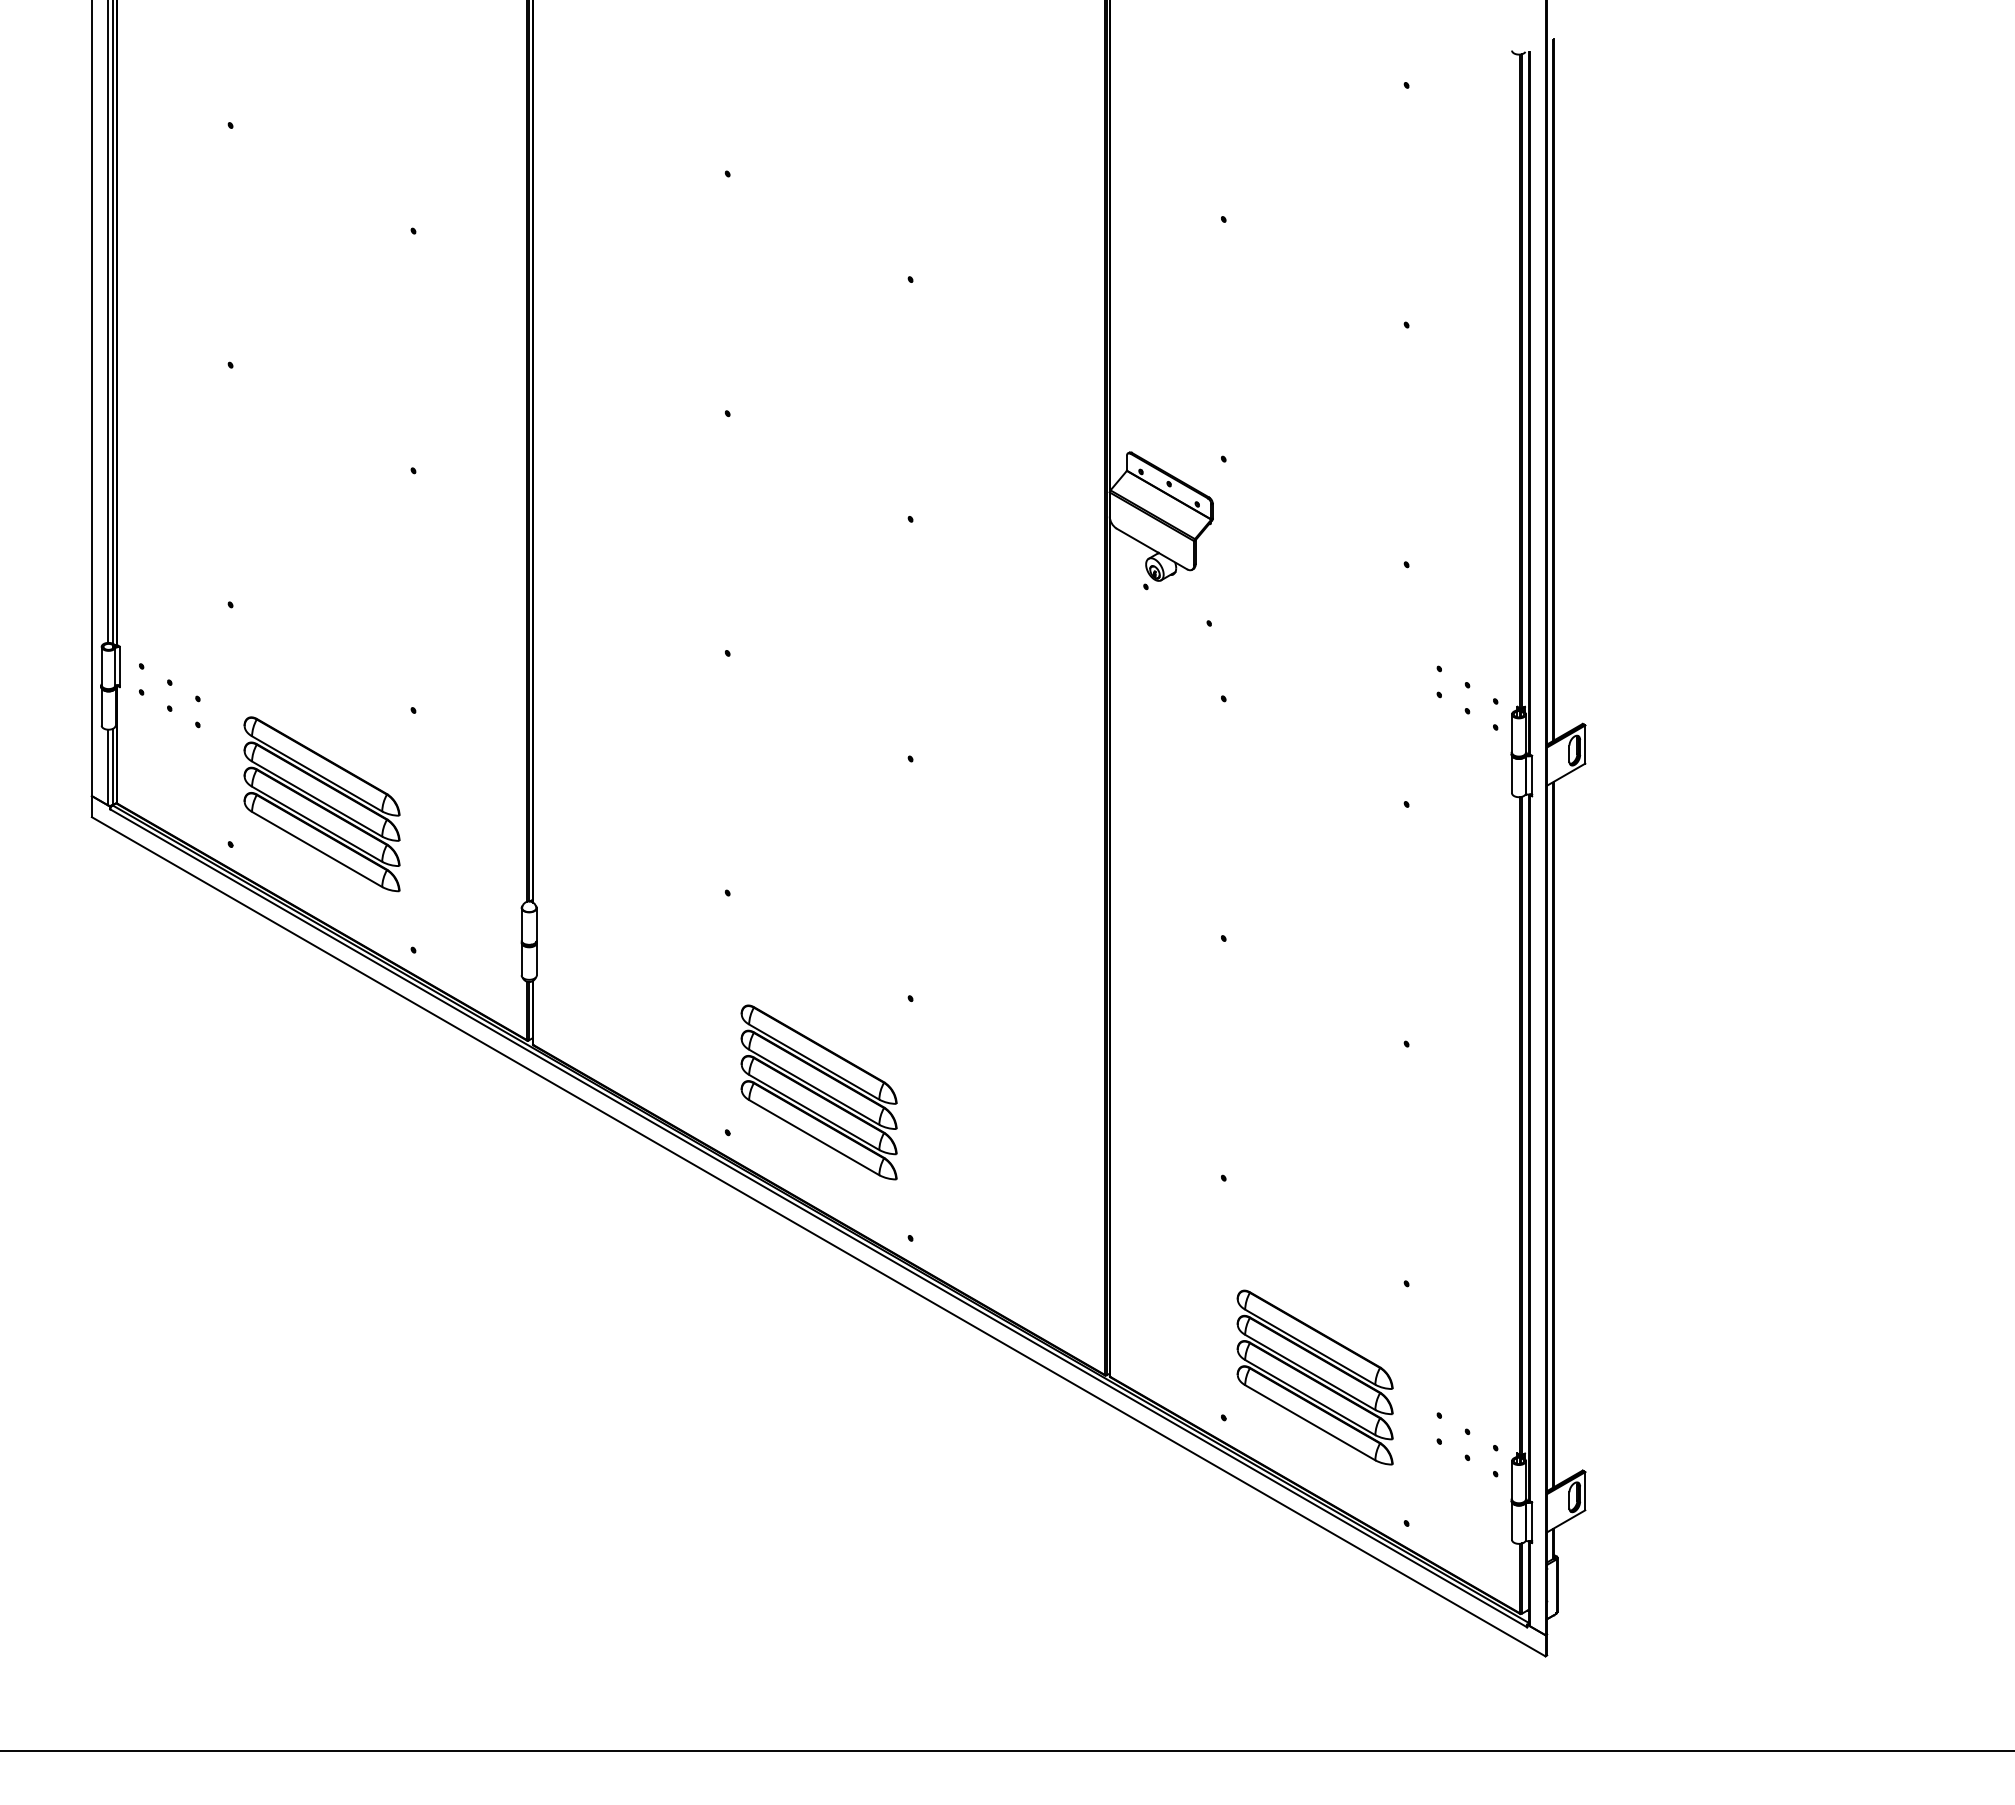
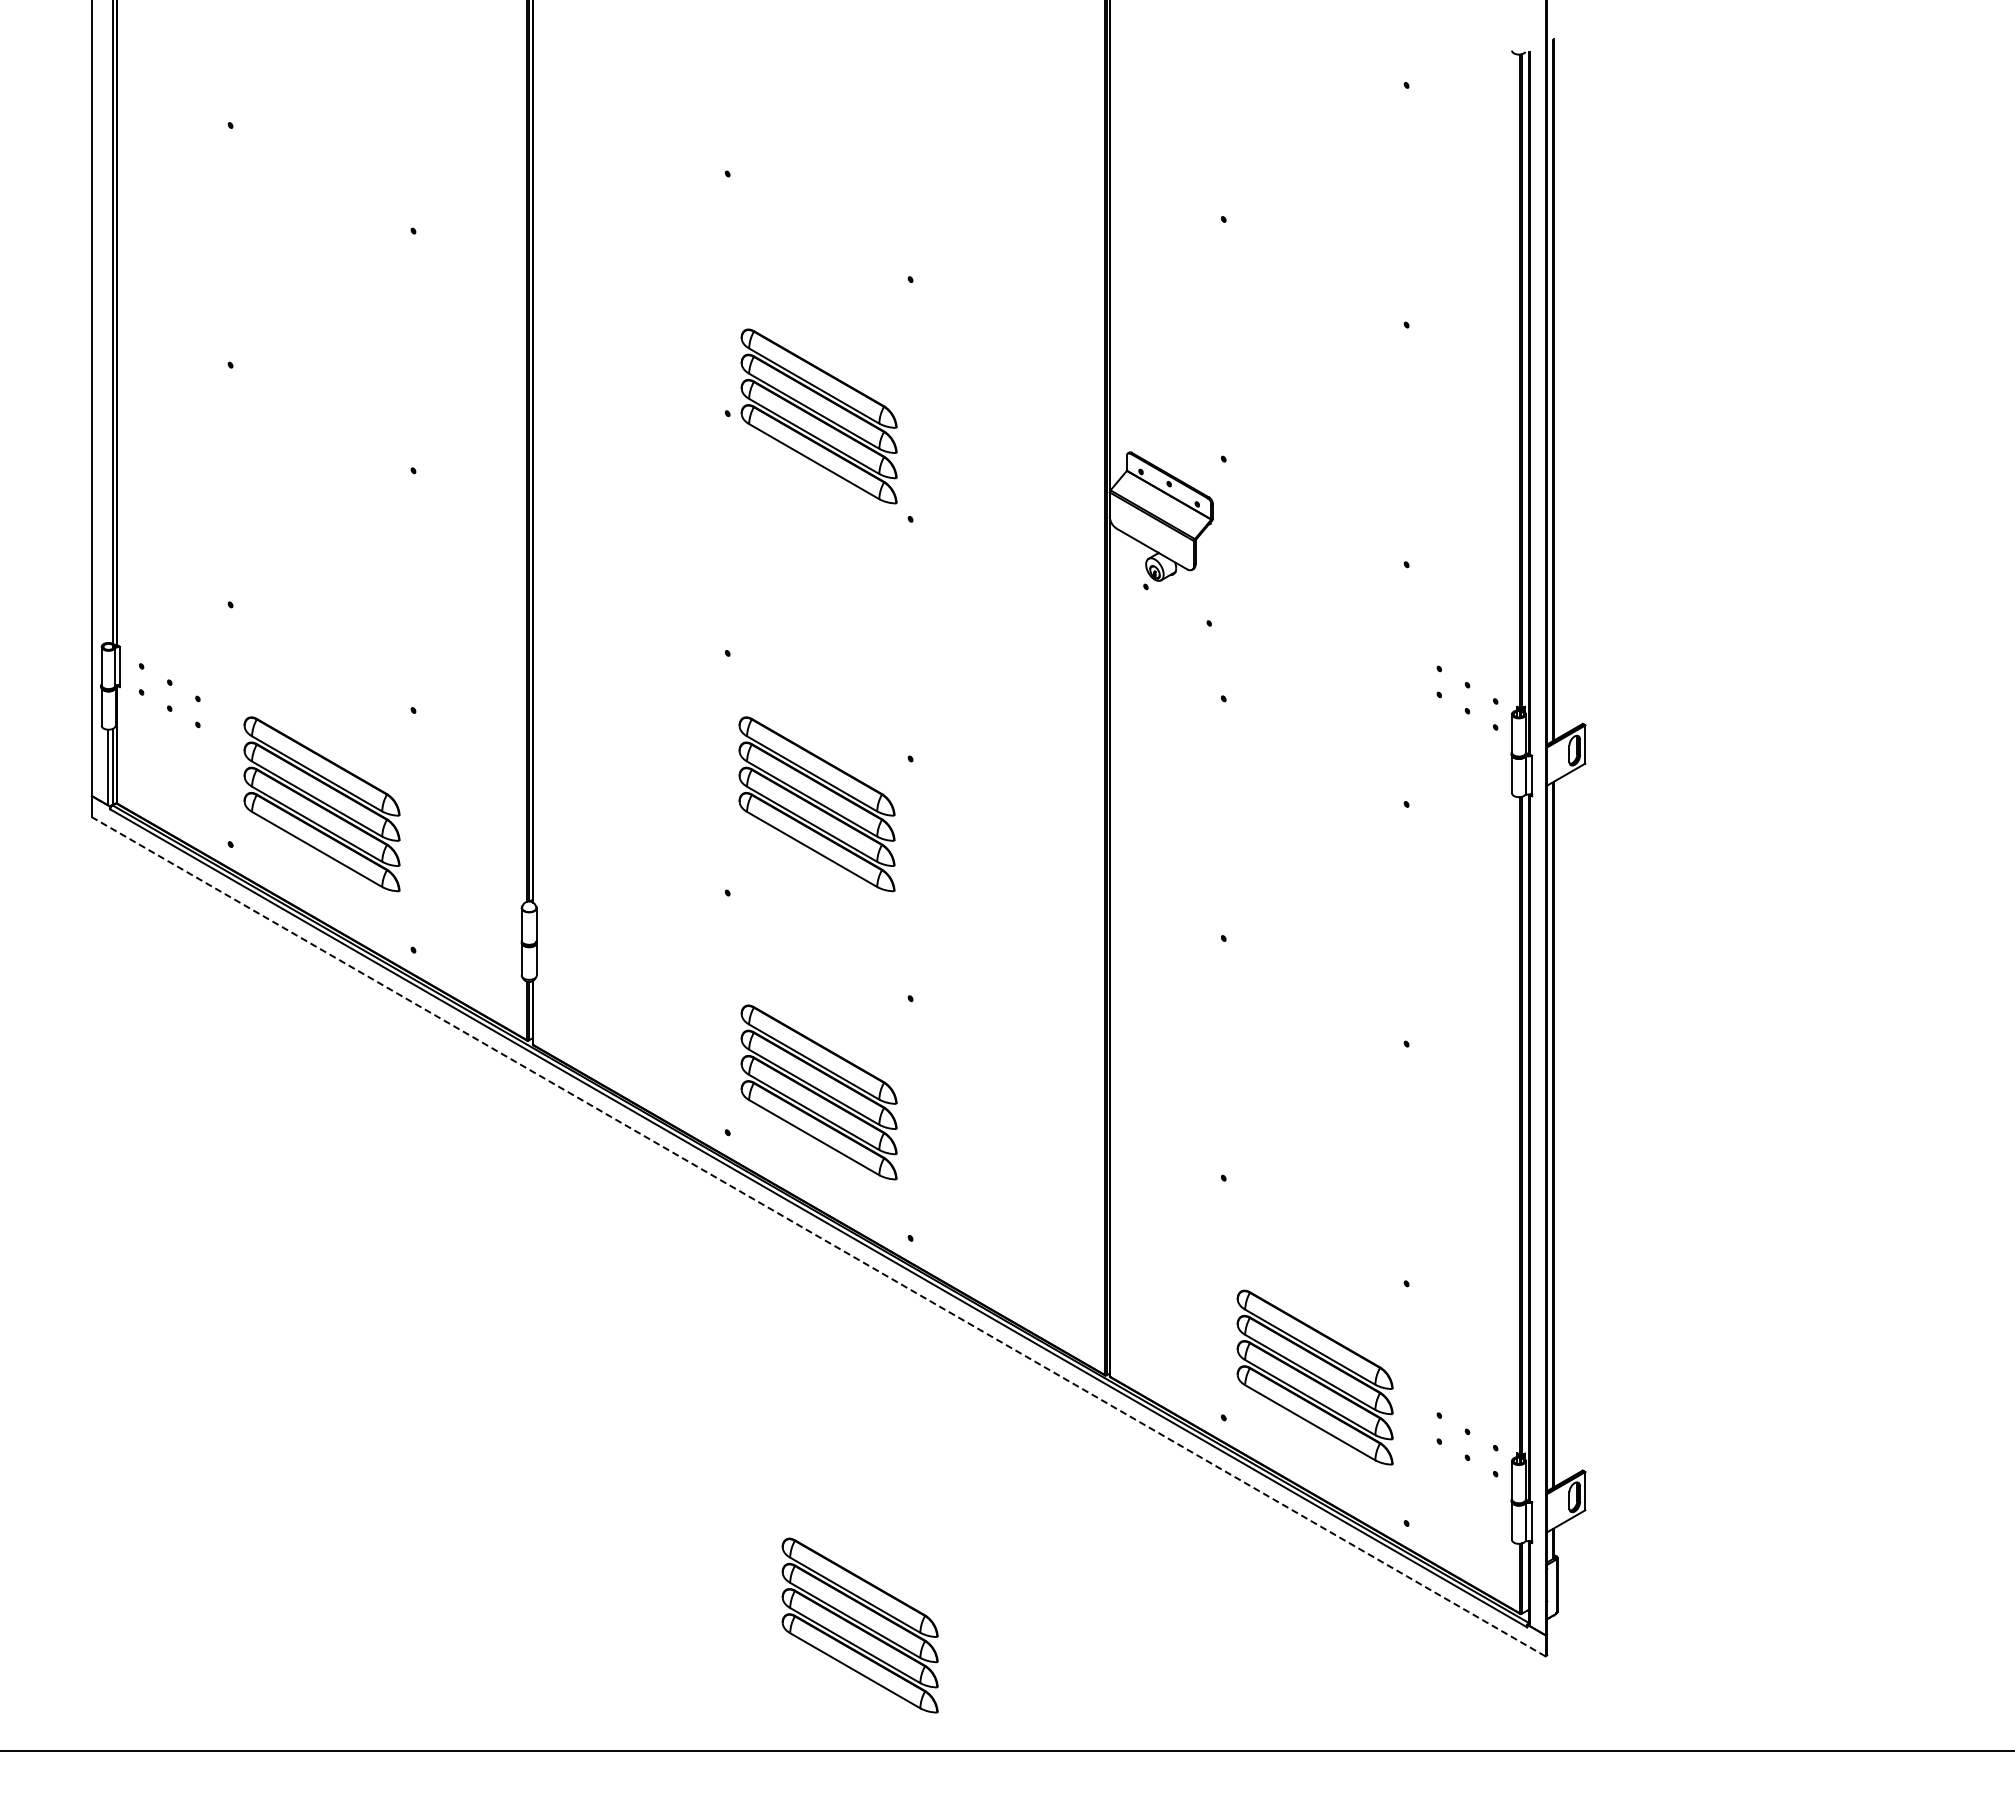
line at (107, 322): present -> none
part at (818, 416): none -> present
part at (816, 804): none -> present
line at (818, 1236): solid -> dashed
part at (859, 1625): none -> present
